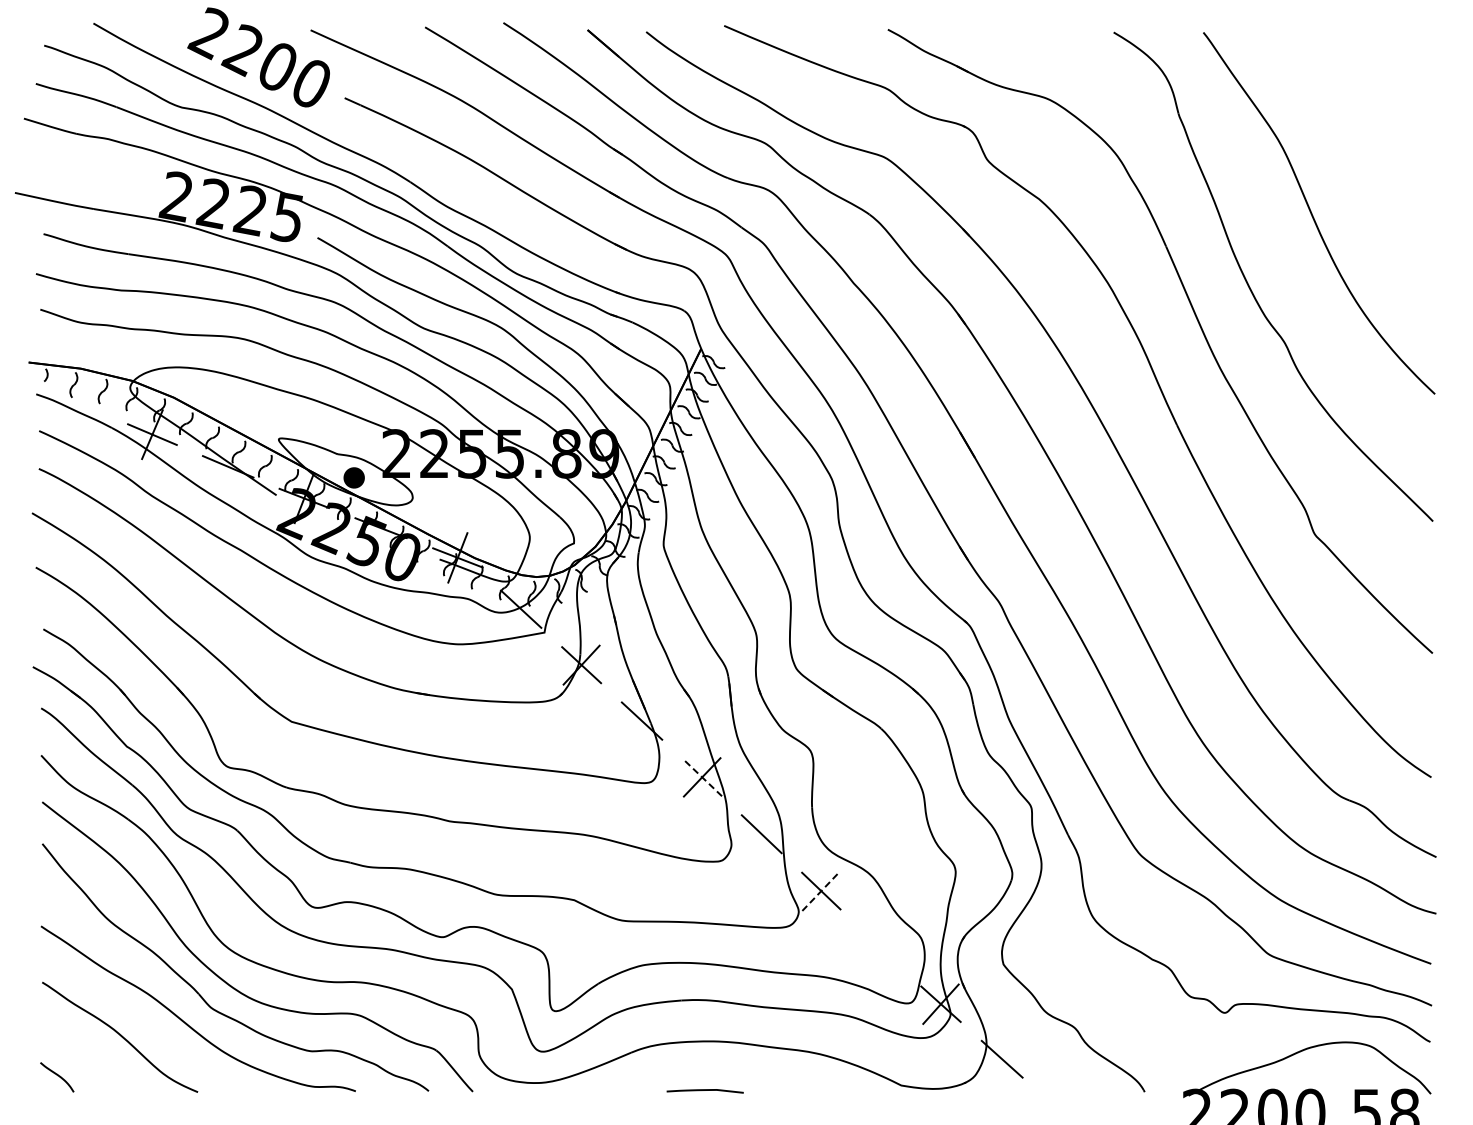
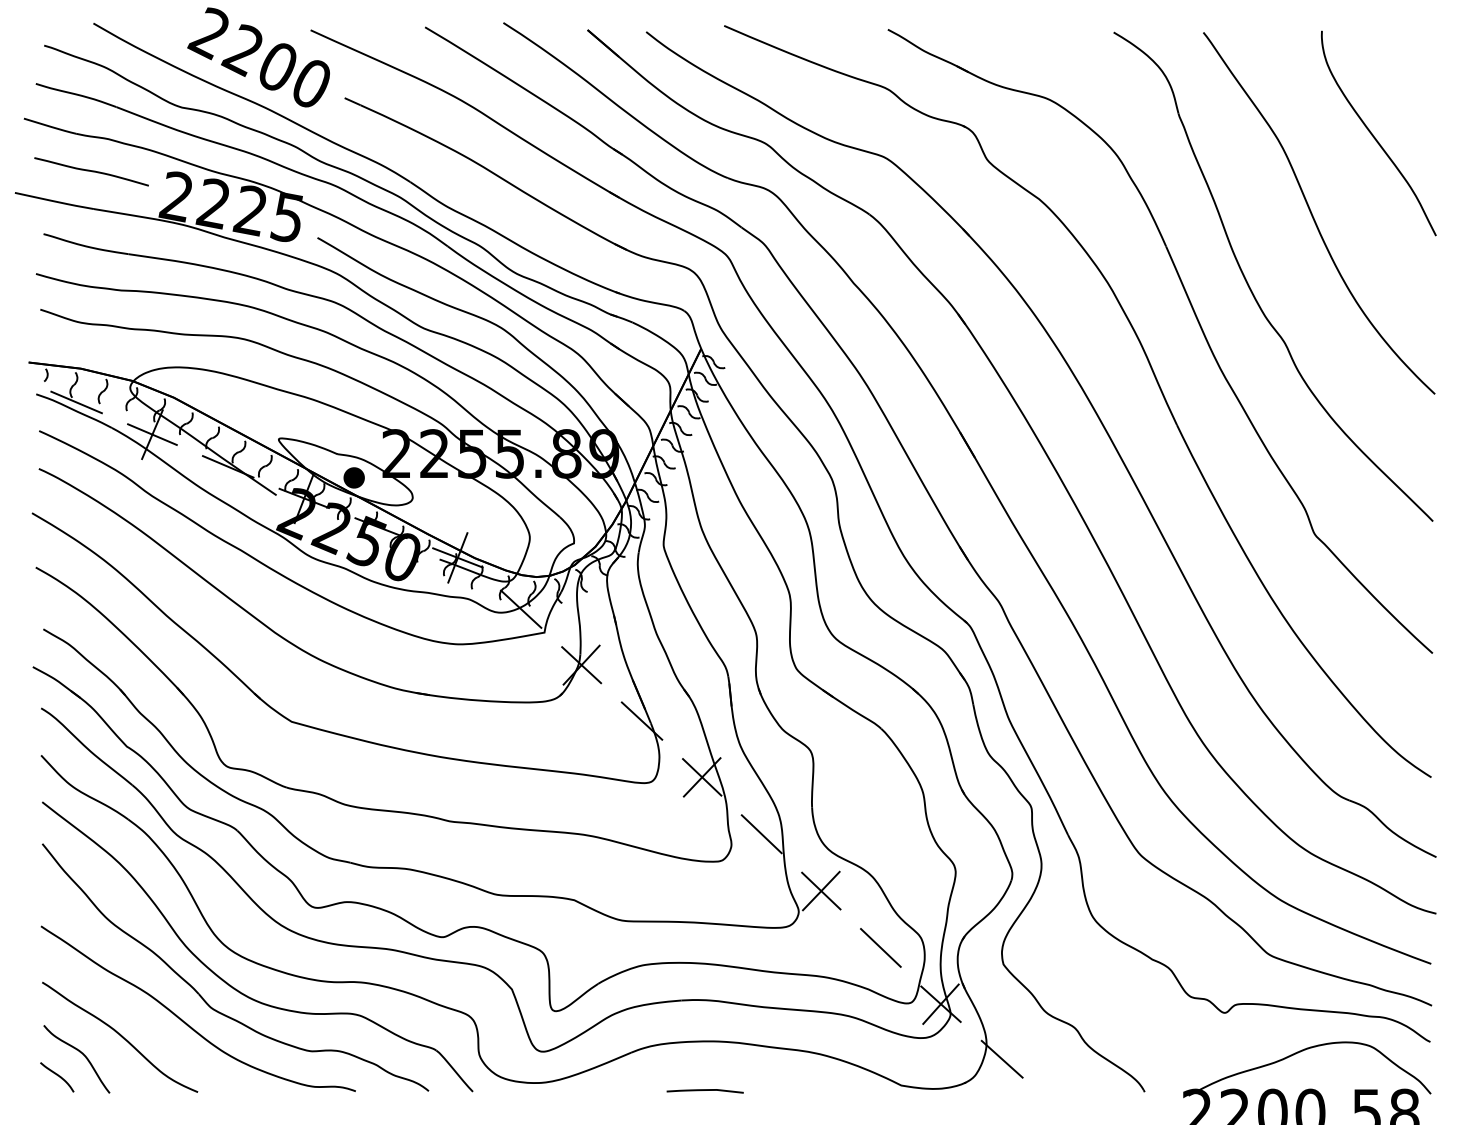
curve at (1374, 136): none -> present
curve at (91, 171): none -> present
line at (76, 402): none -> present
line at (702, 777): dashed -> solid
line at (821, 891): dashed -> solid
line at (880, 947): none -> present
curve at (80, 1053): none -> present
